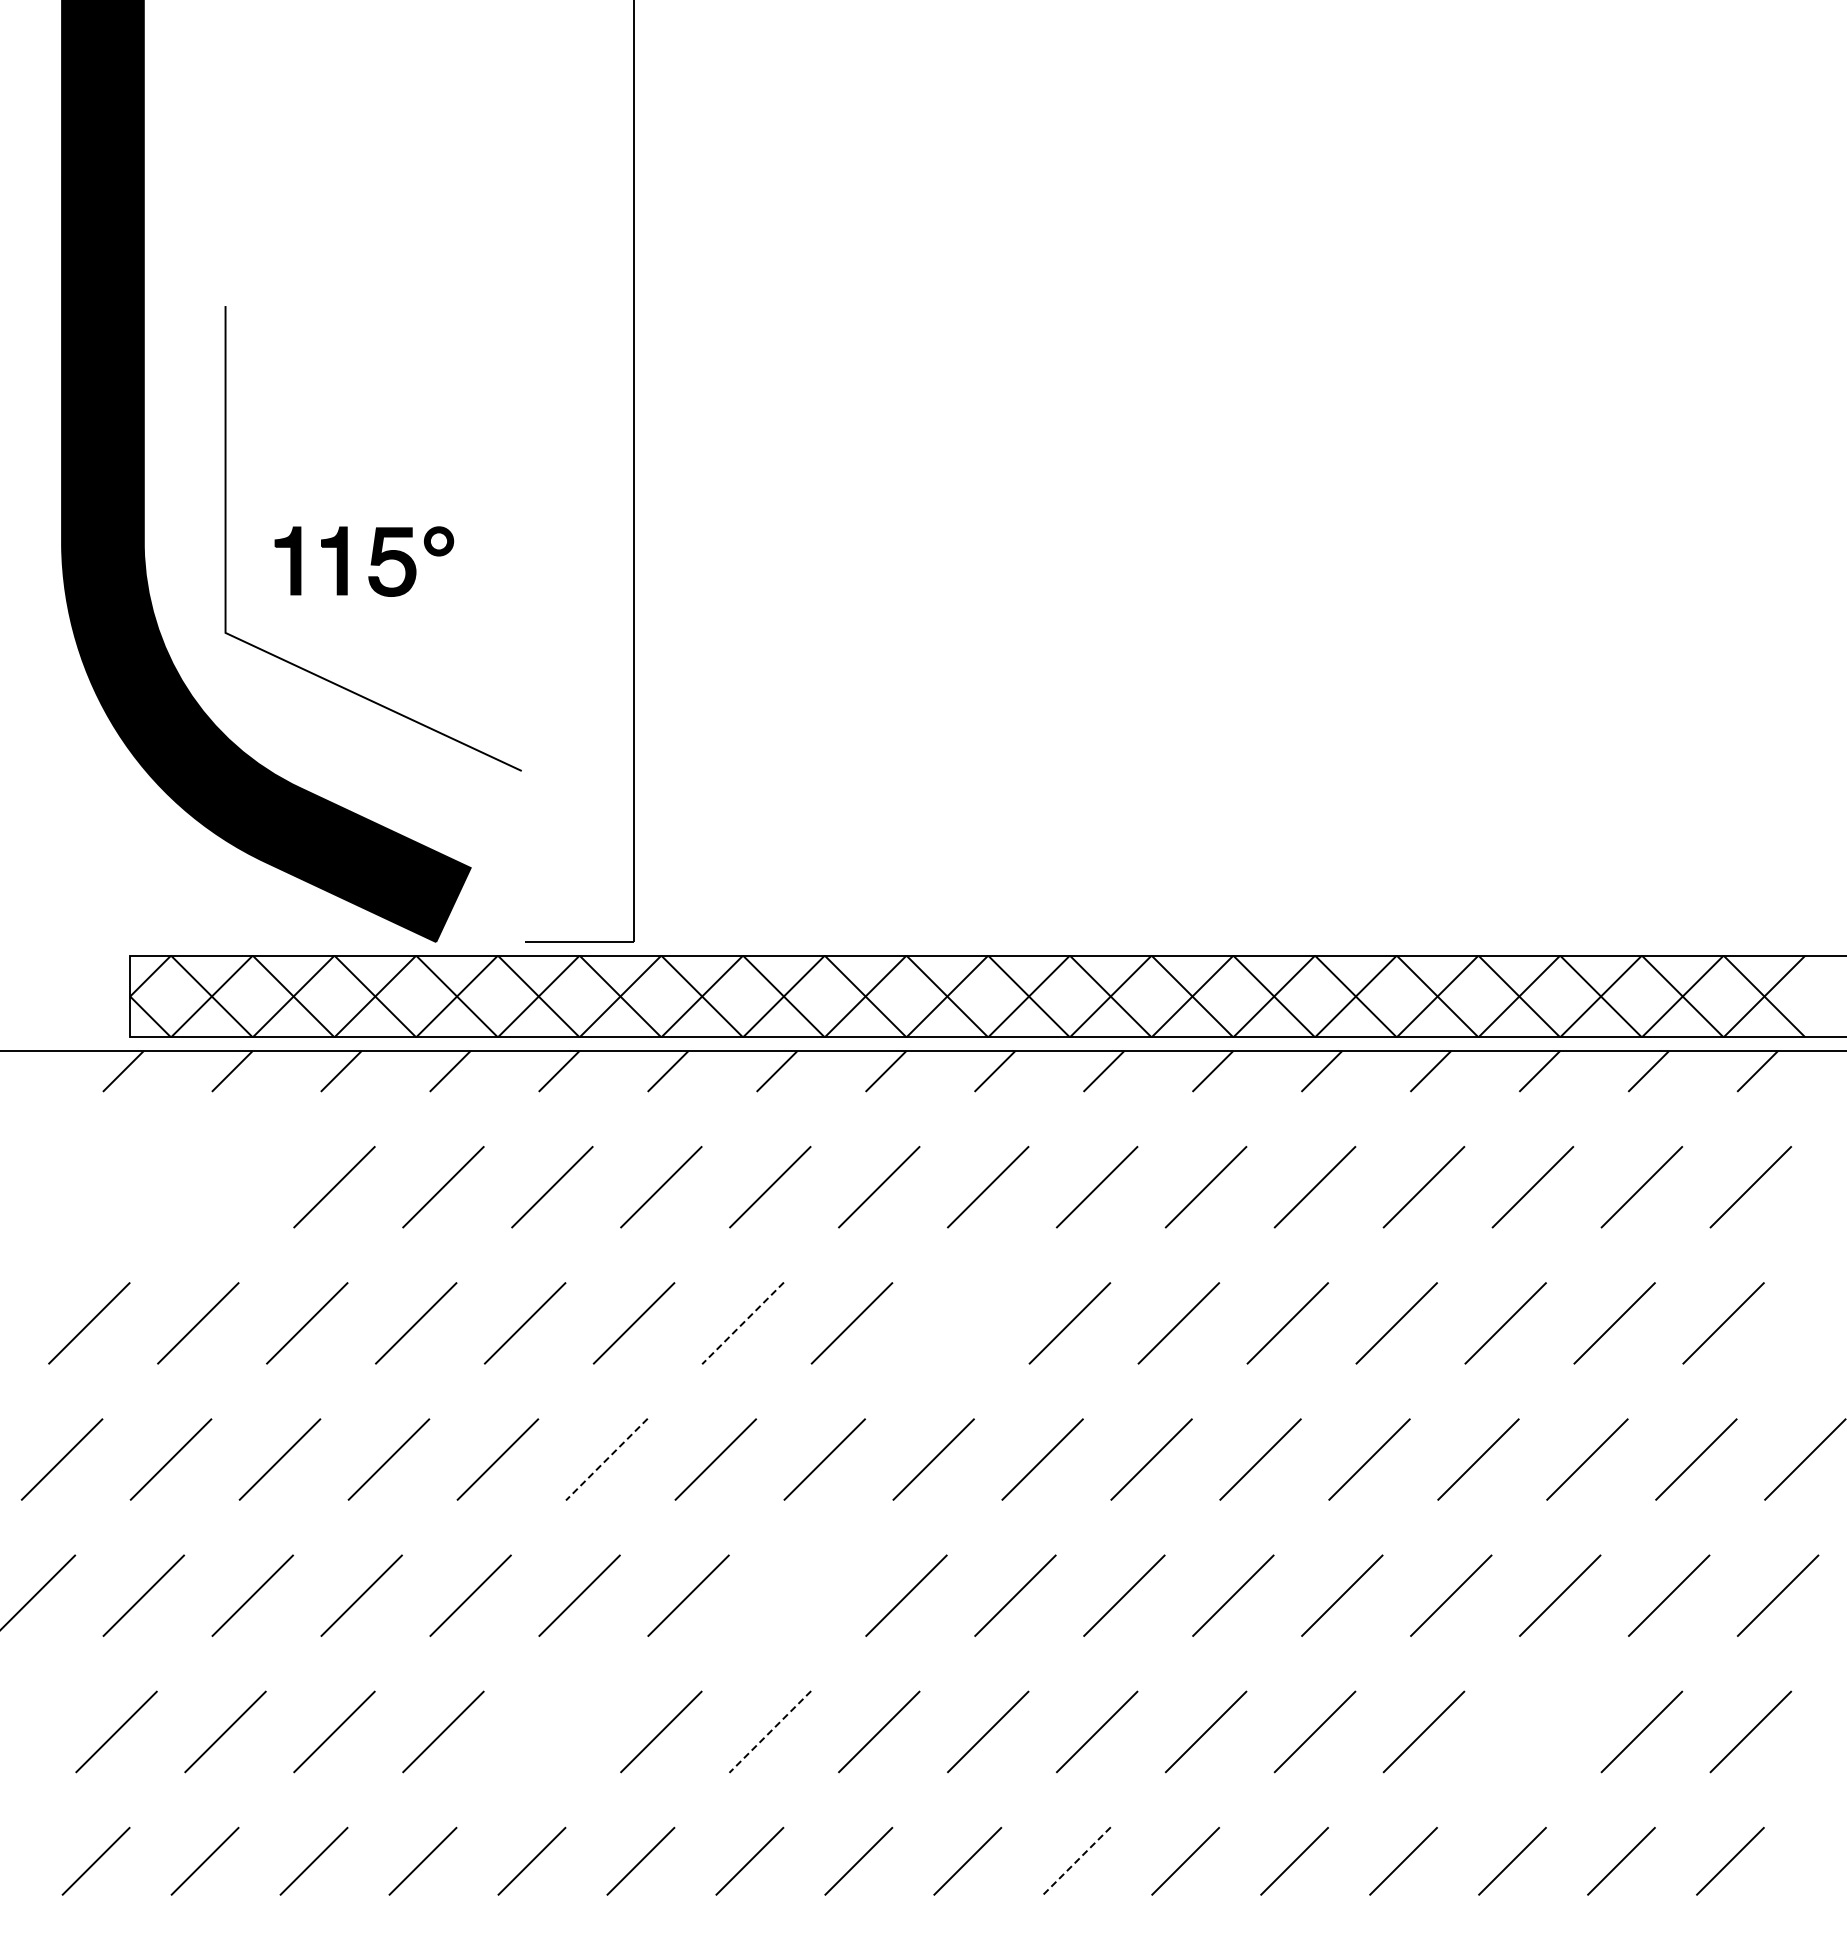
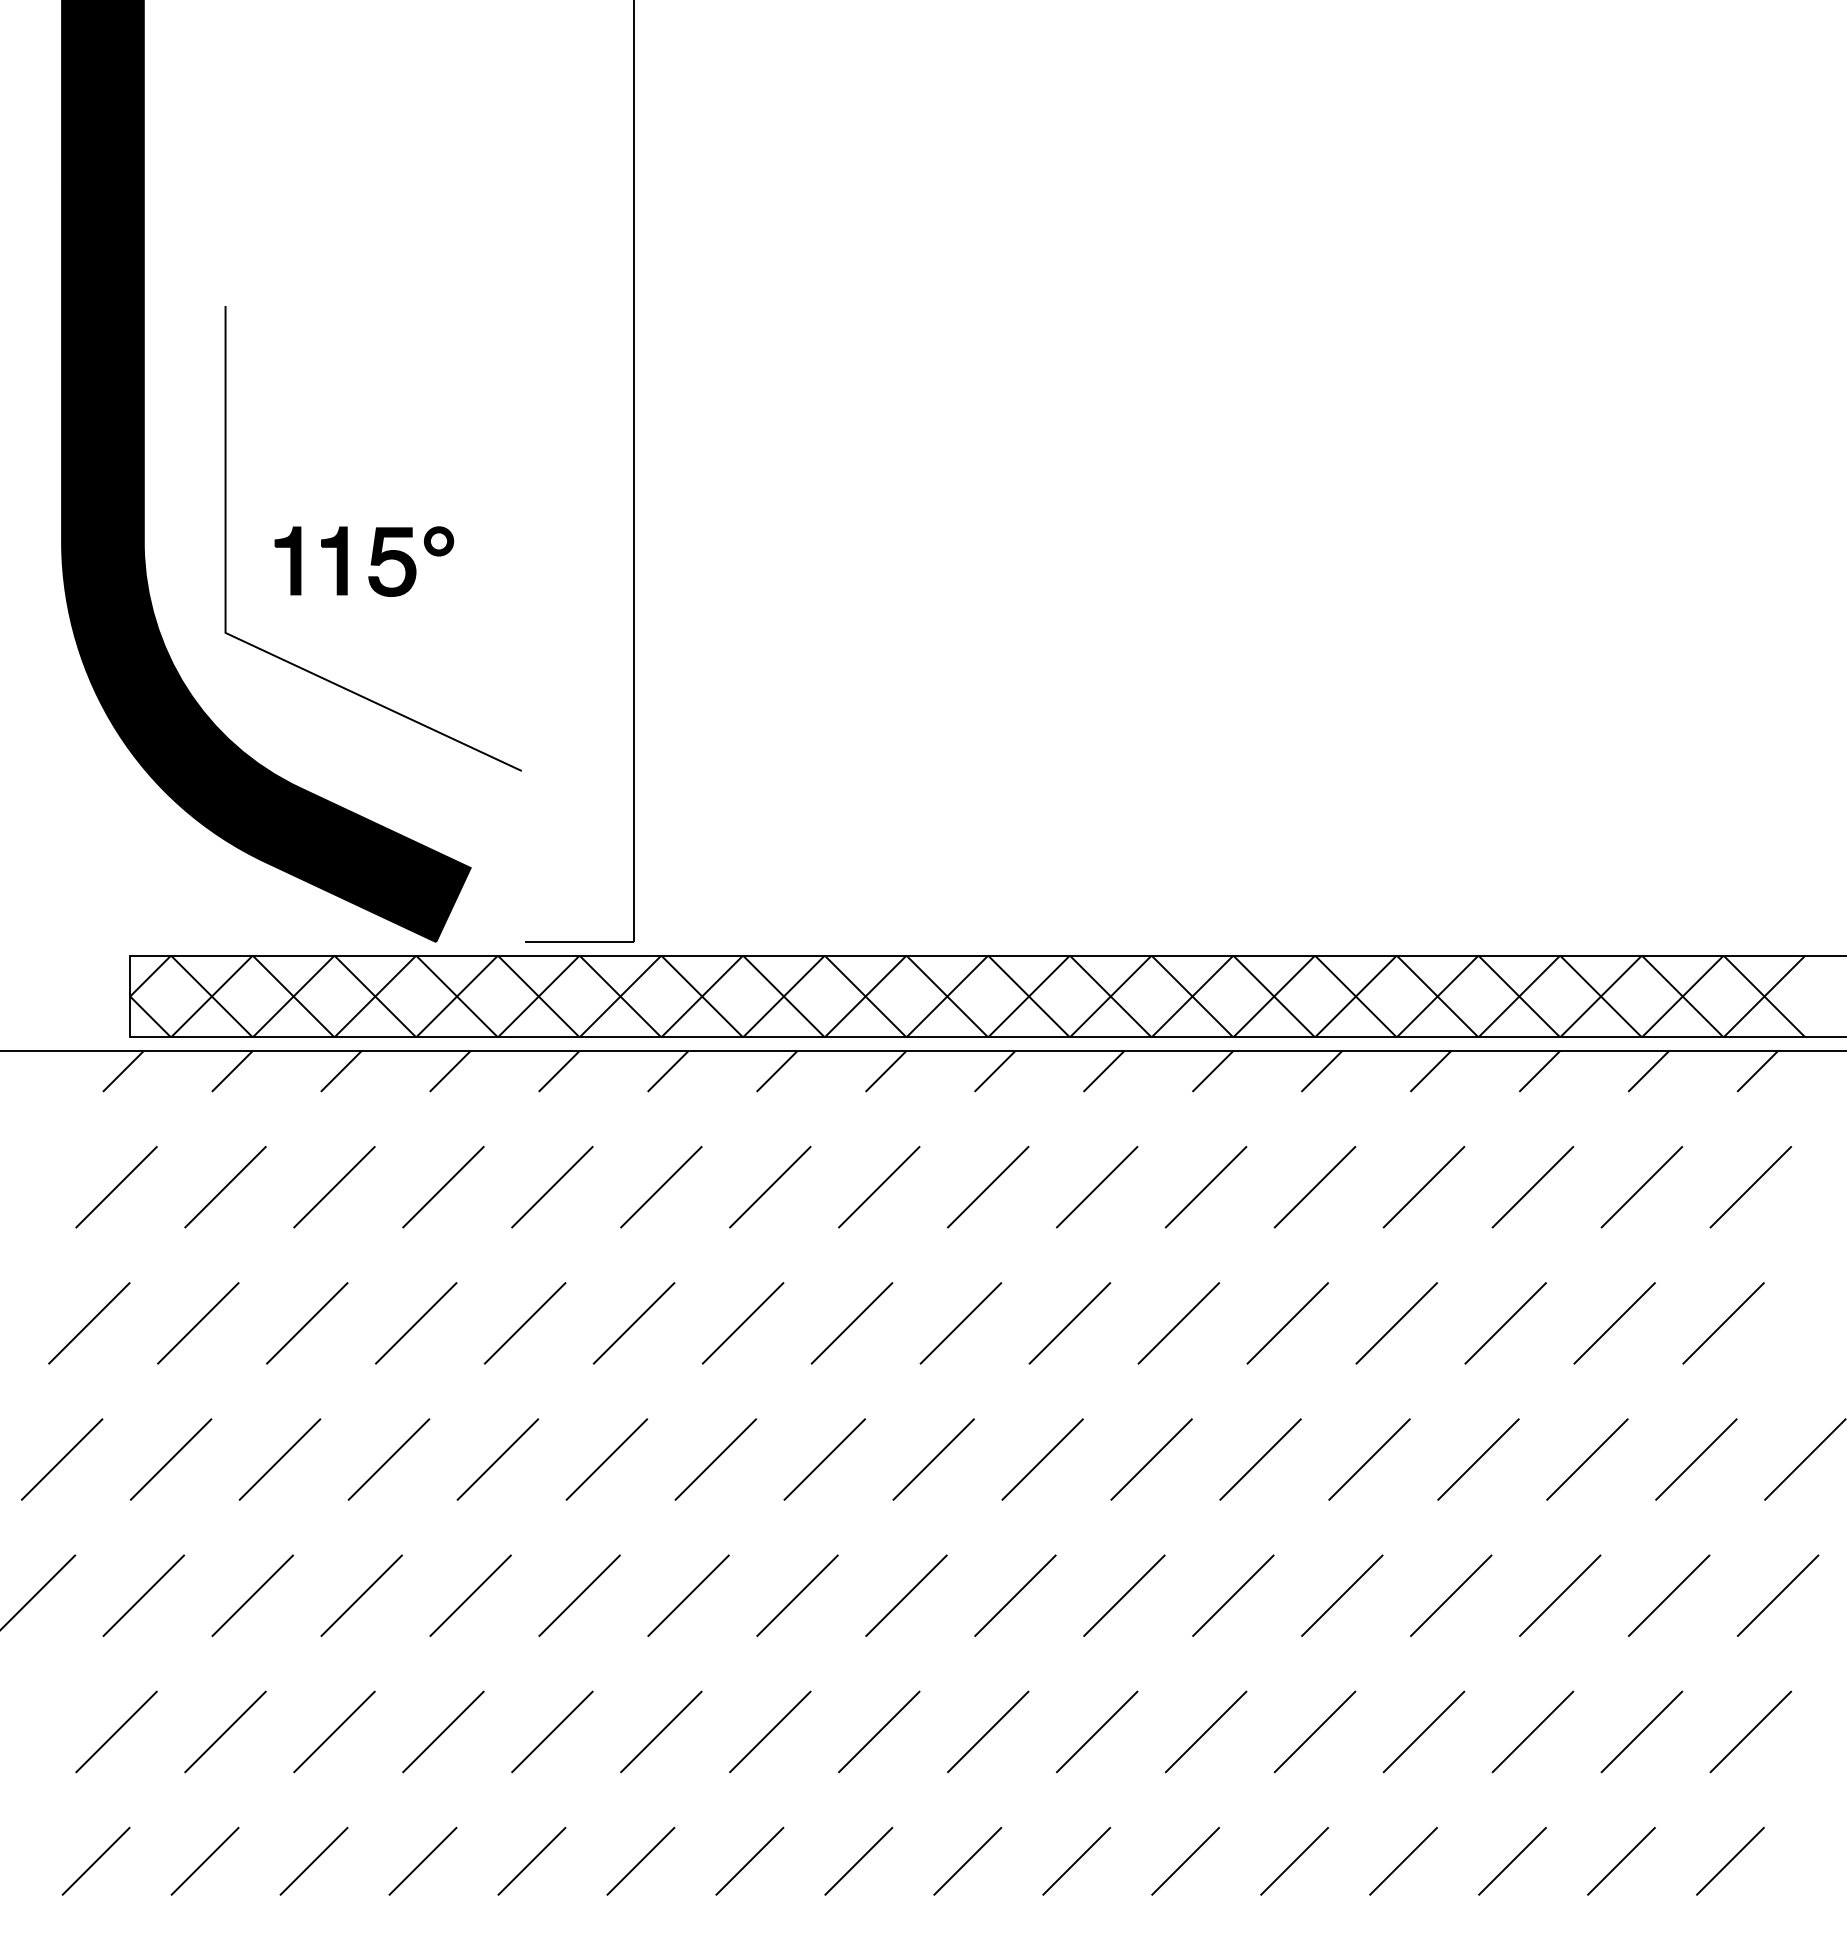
line at (116, 1187): none -> present
line at (225, 1187): none -> present
line at (743, 1323): dashed -> solid
line at (960, 1323): none -> present
line at (606, 1459): dashed -> solid
line at (797, 1595): none -> present
line at (552, 1731): none -> present
line at (770, 1731): dashed -> solid
line at (1532, 1731): none -> present
line at (1076, 1861): dashed -> solid
